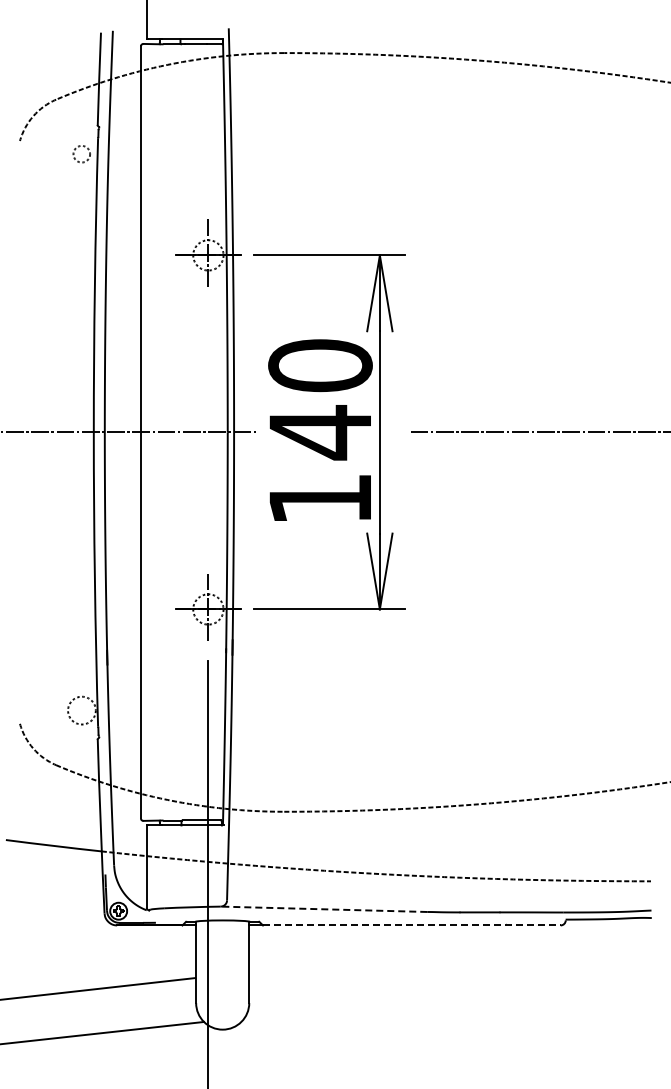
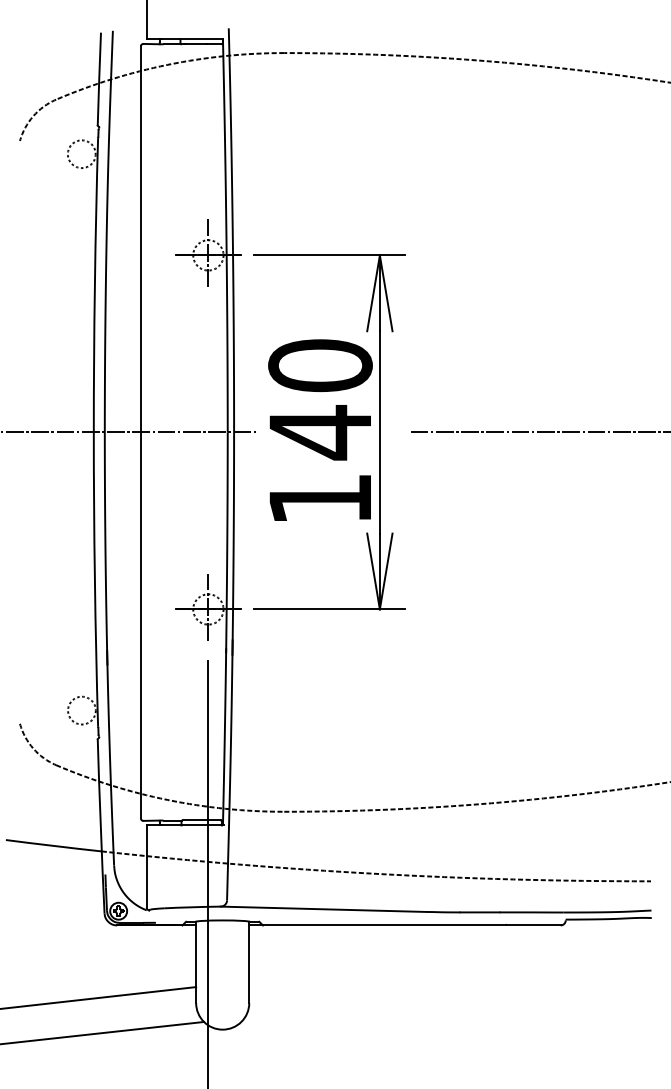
circle at (81, 153) diameter: 17 px -> 28 px
line at (323, 909): dashed -> solid
line at (411, 925): dashed -> solid
line at (98, 988) position: (98, 988) -> (99, 997)
